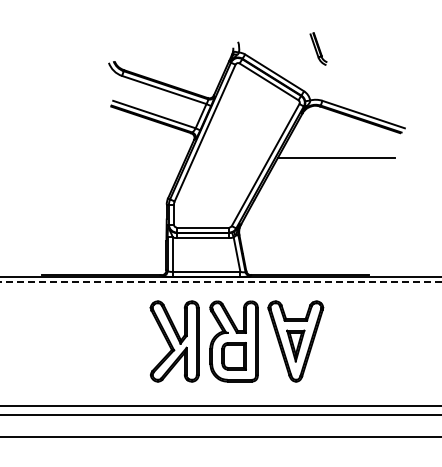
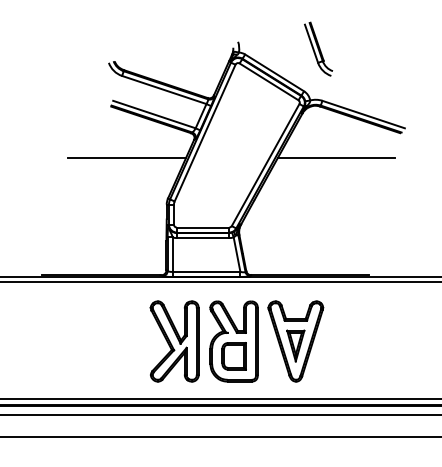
part at (318, 48) size: 19x34 px -> 30x56 px
line at (126, 158): none -> present
line at (220, 282): dashed -> solid
line at (220, 399): none -> present
line at (220, 404): none -> present
